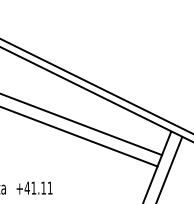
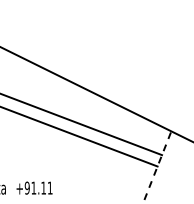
line at (96, 85): present -> none
line at (156, 168): solid -> dashed
line at (169, 168): present -> none
text at (26, 187): +41.11 -> +91.11
